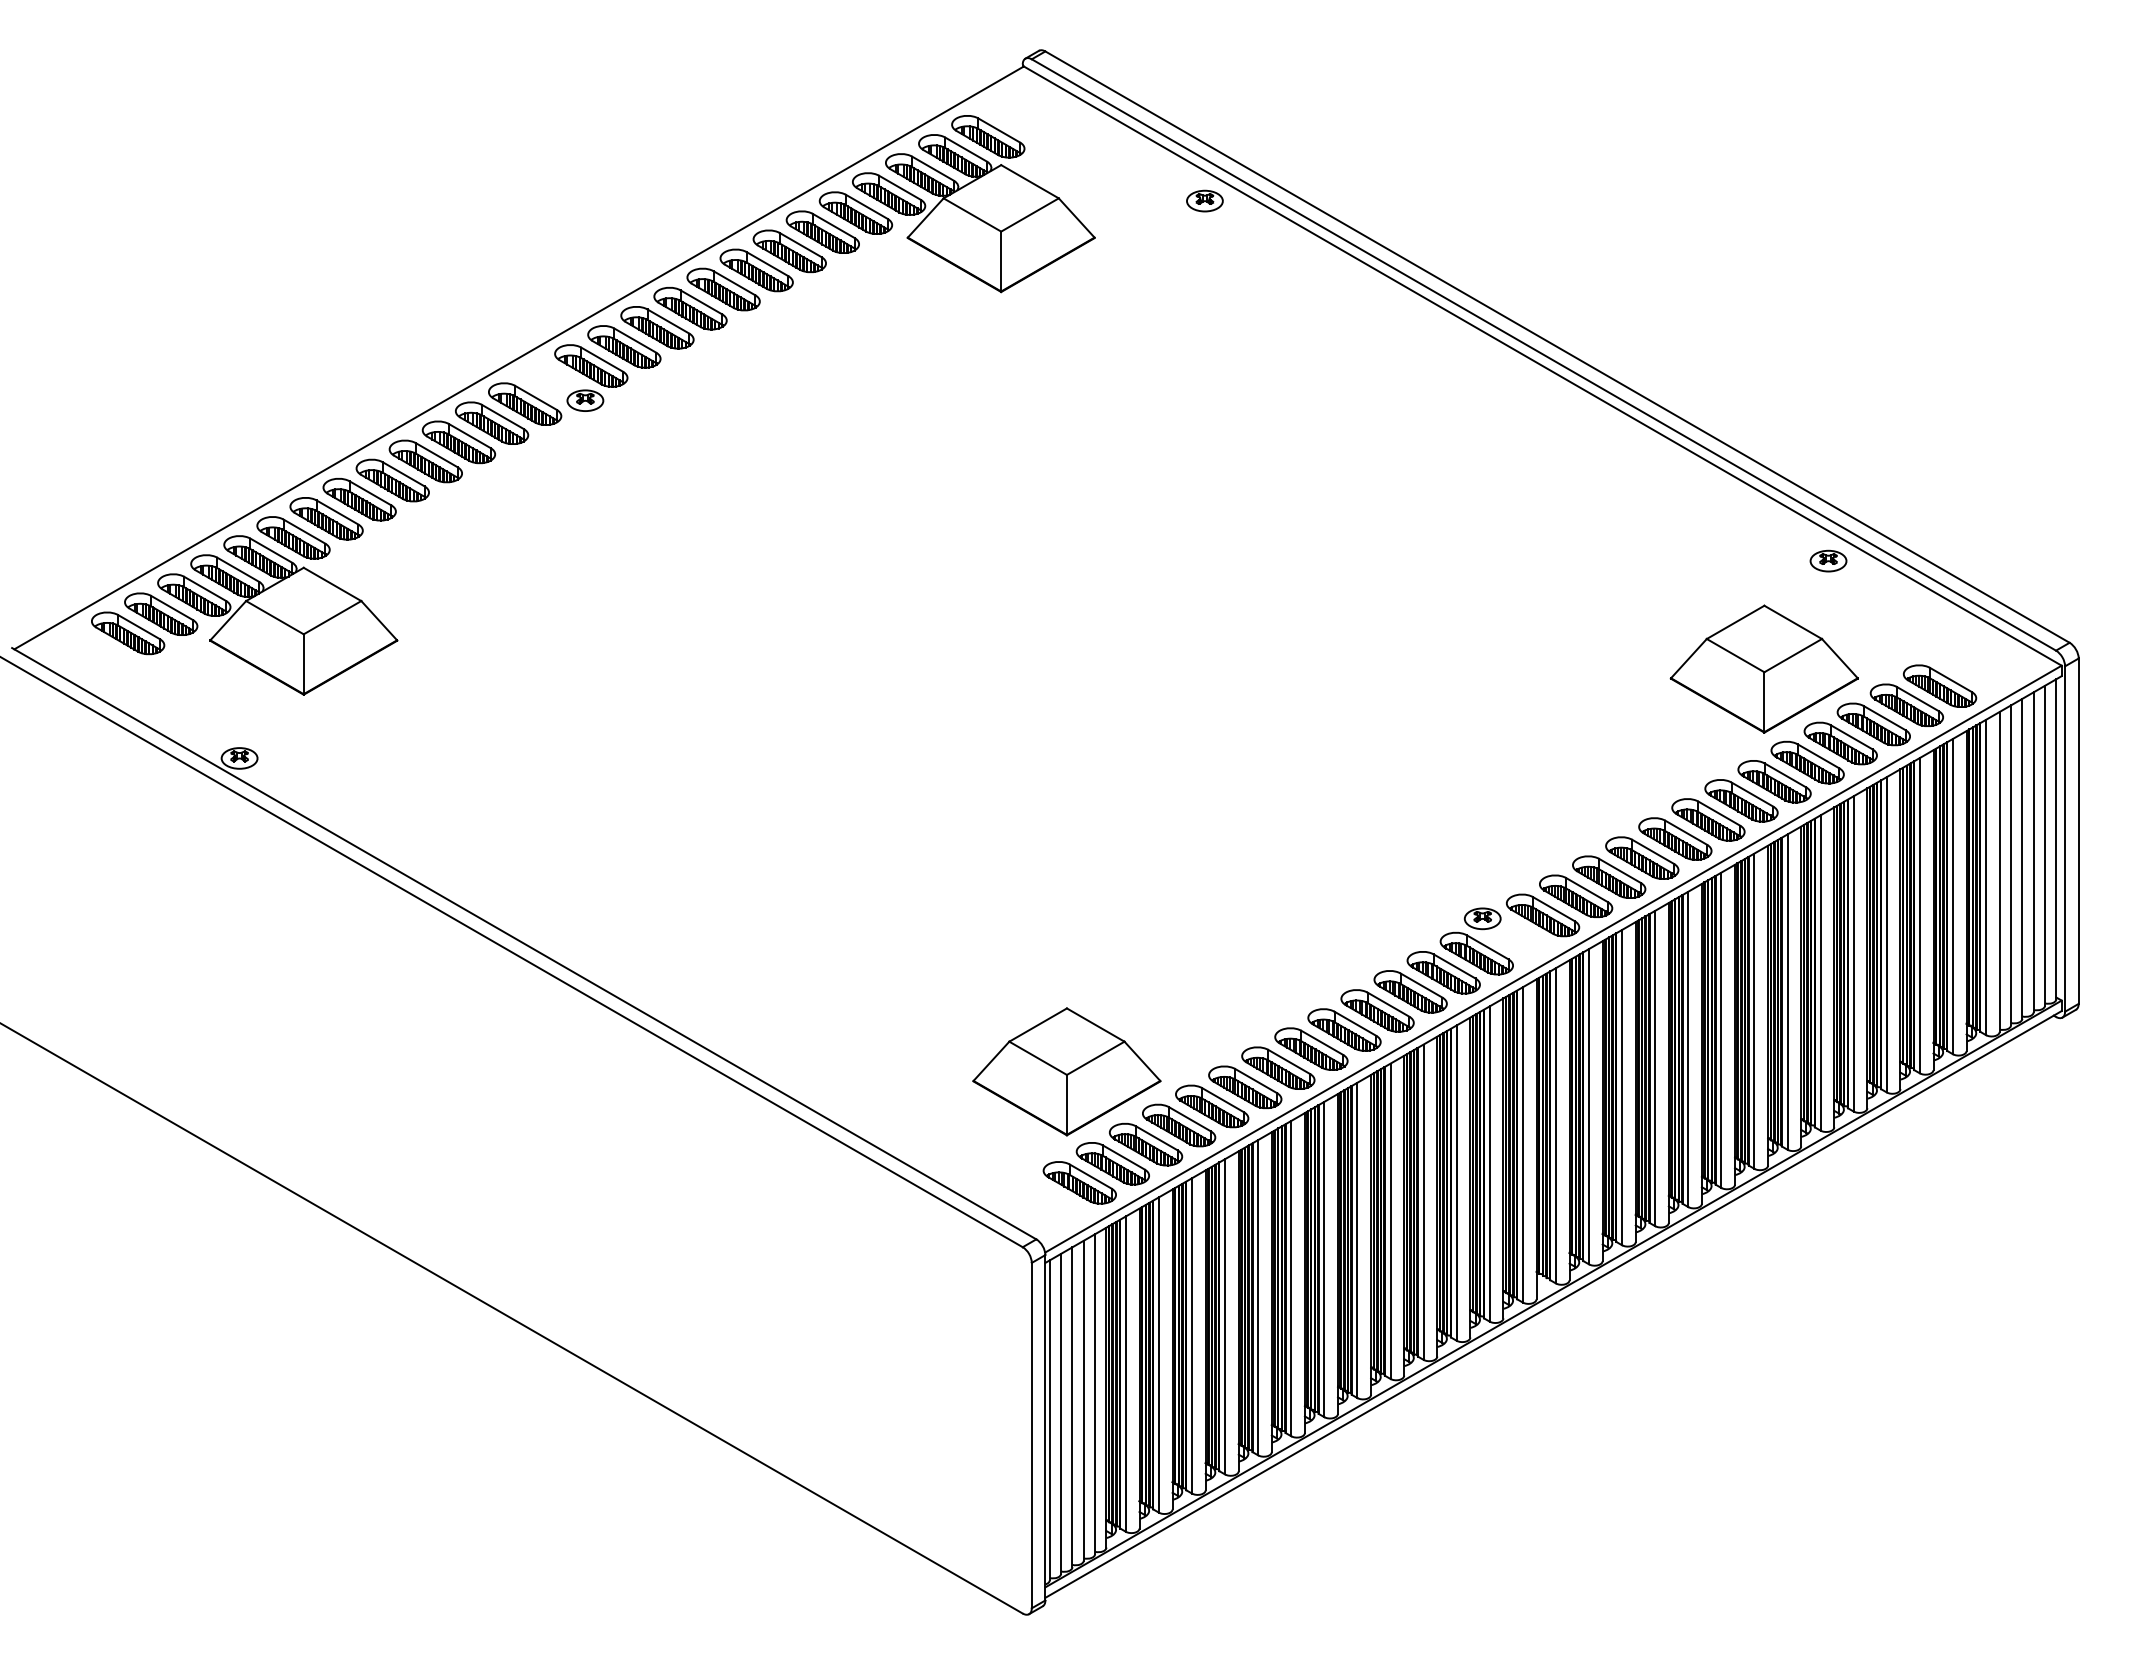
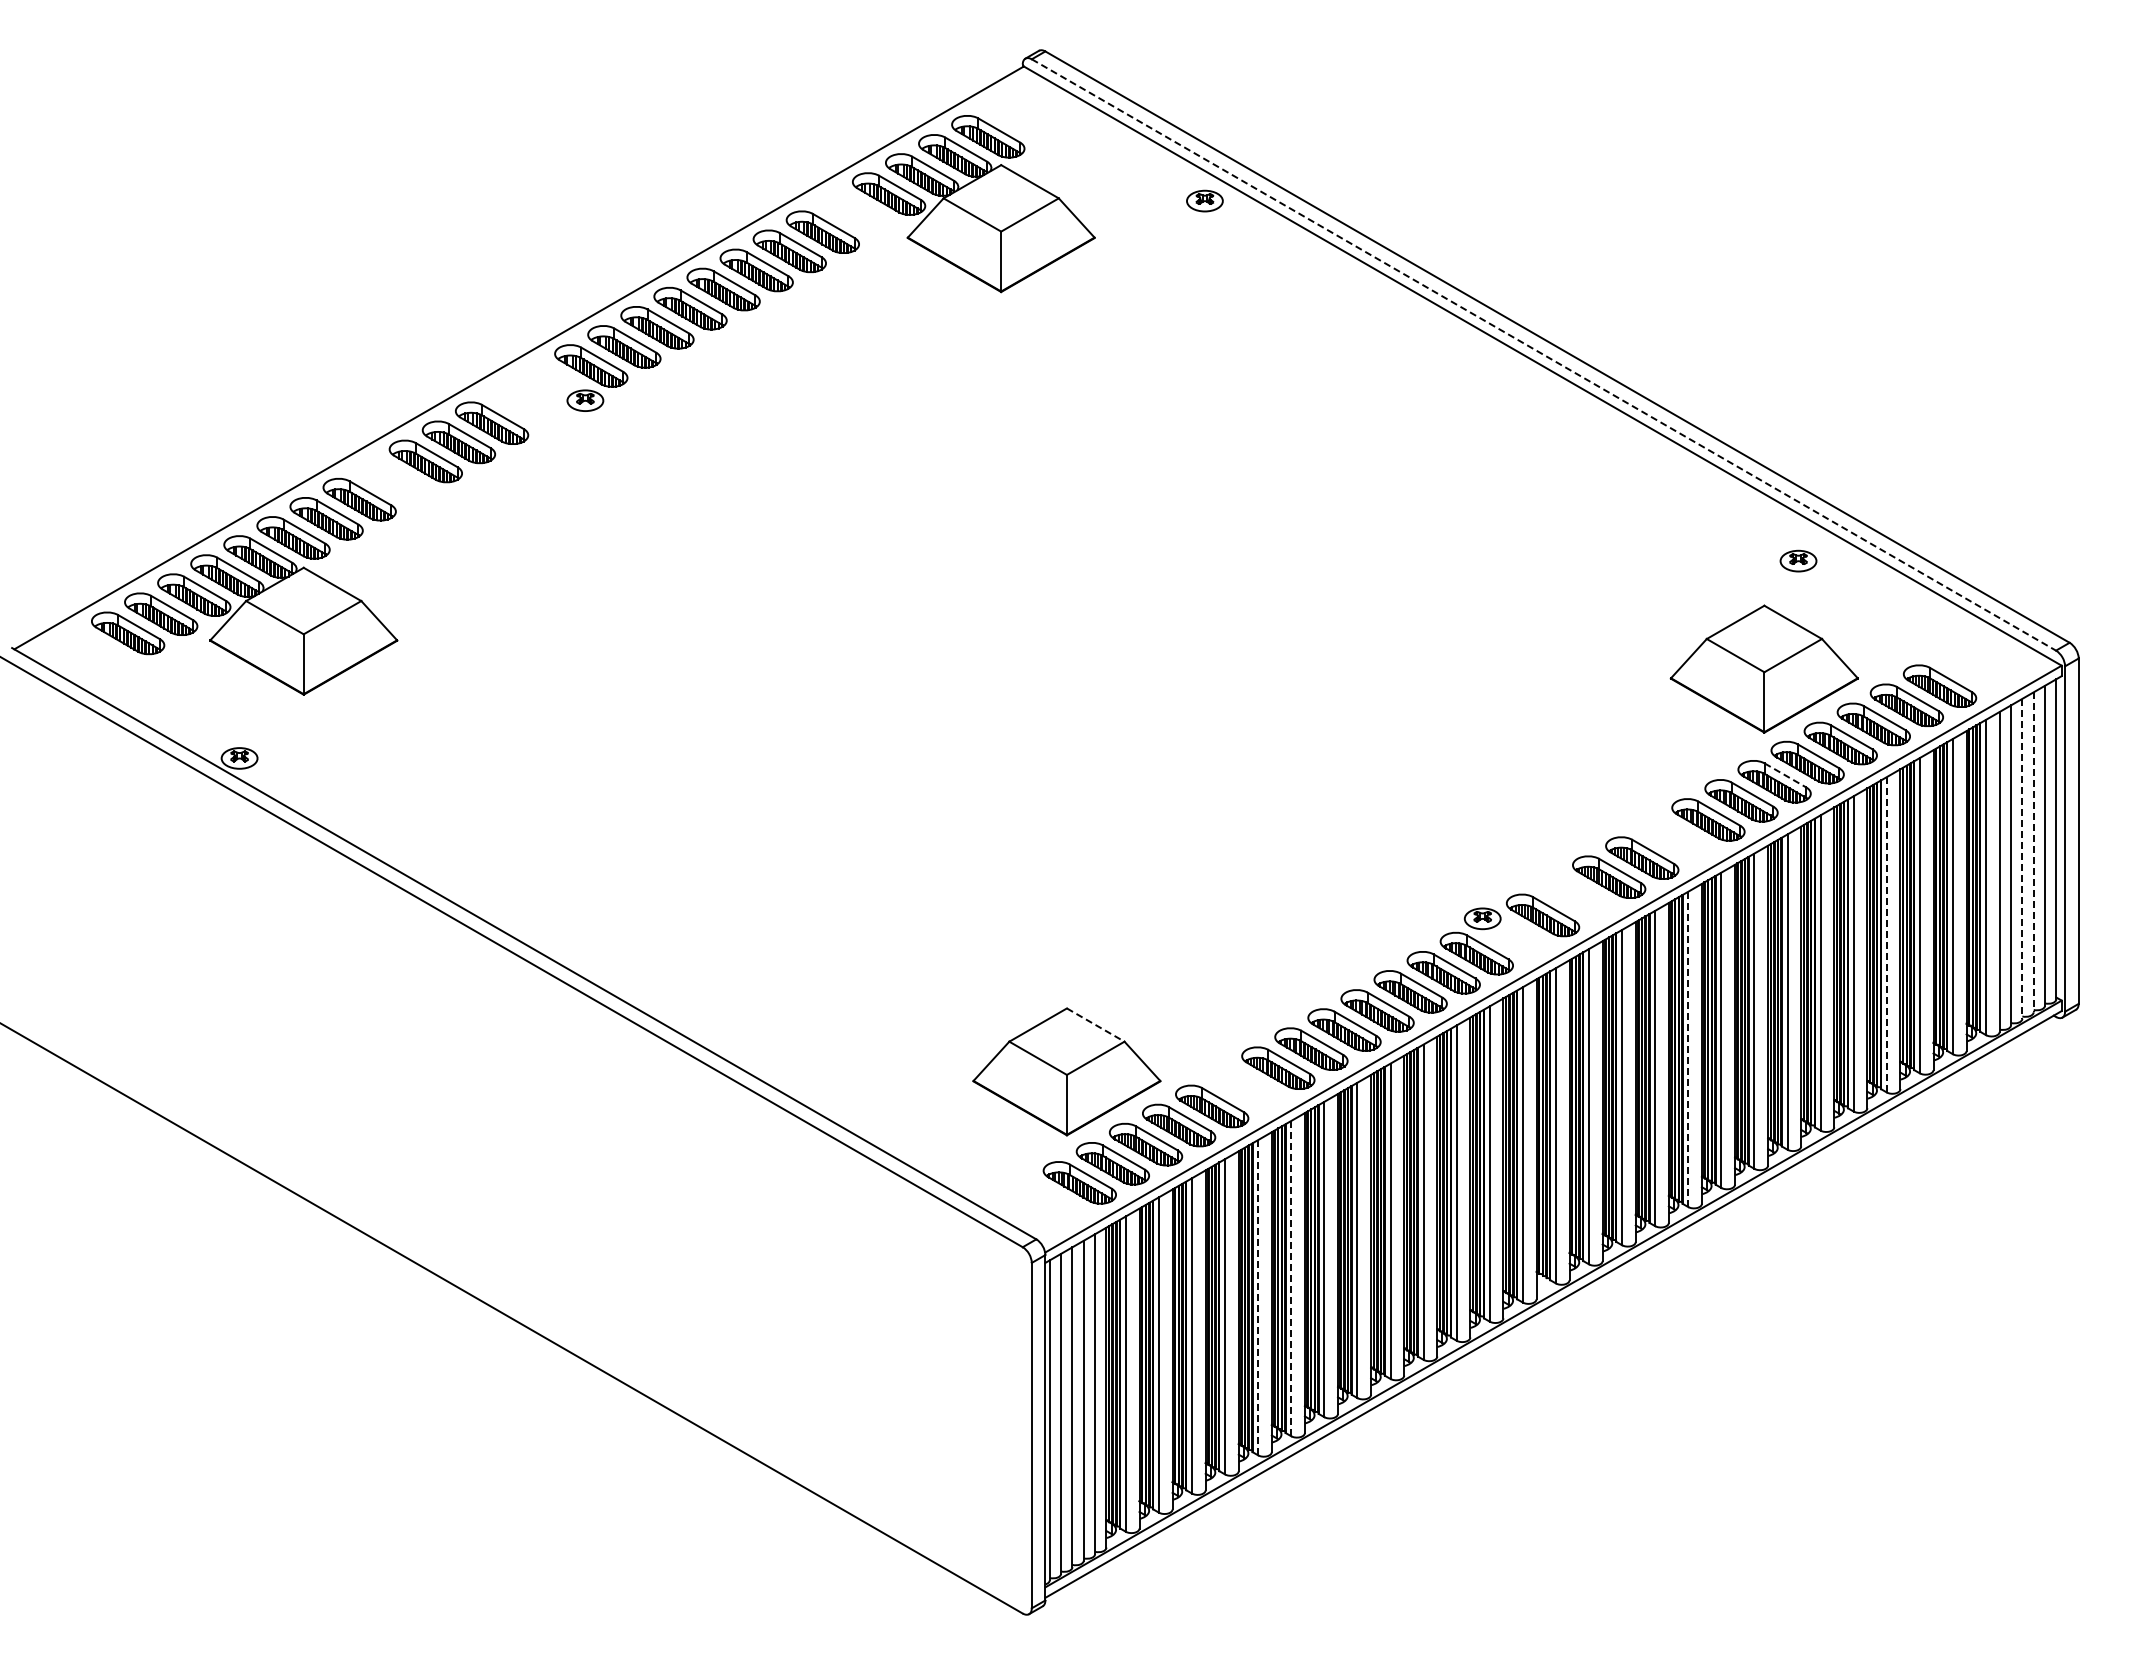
part at (855, 212): present -> none
line at (1544, 355): solid -> dashed
part at (525, 403): present -> none
part at (392, 480): present -> none
part at (1828, 560) position: (1828, 560) -> (1798, 560)
line at (1785, 775): solid -> dashed
part at (1675, 838): present -> none
line at (2033, 852): solid -> dashed
line at (2022, 858): solid -> dashed
part at (1576, 895): present -> none
line at (1886, 934): solid -> dashed
line at (1096, 1025): solid -> dashed
line at (1688, 1049): solid -> dashed
part at (1245, 1086): present -> none
line at (1291, 1278): solid -> dashed
line at (1258, 1297): solid -> dashed
